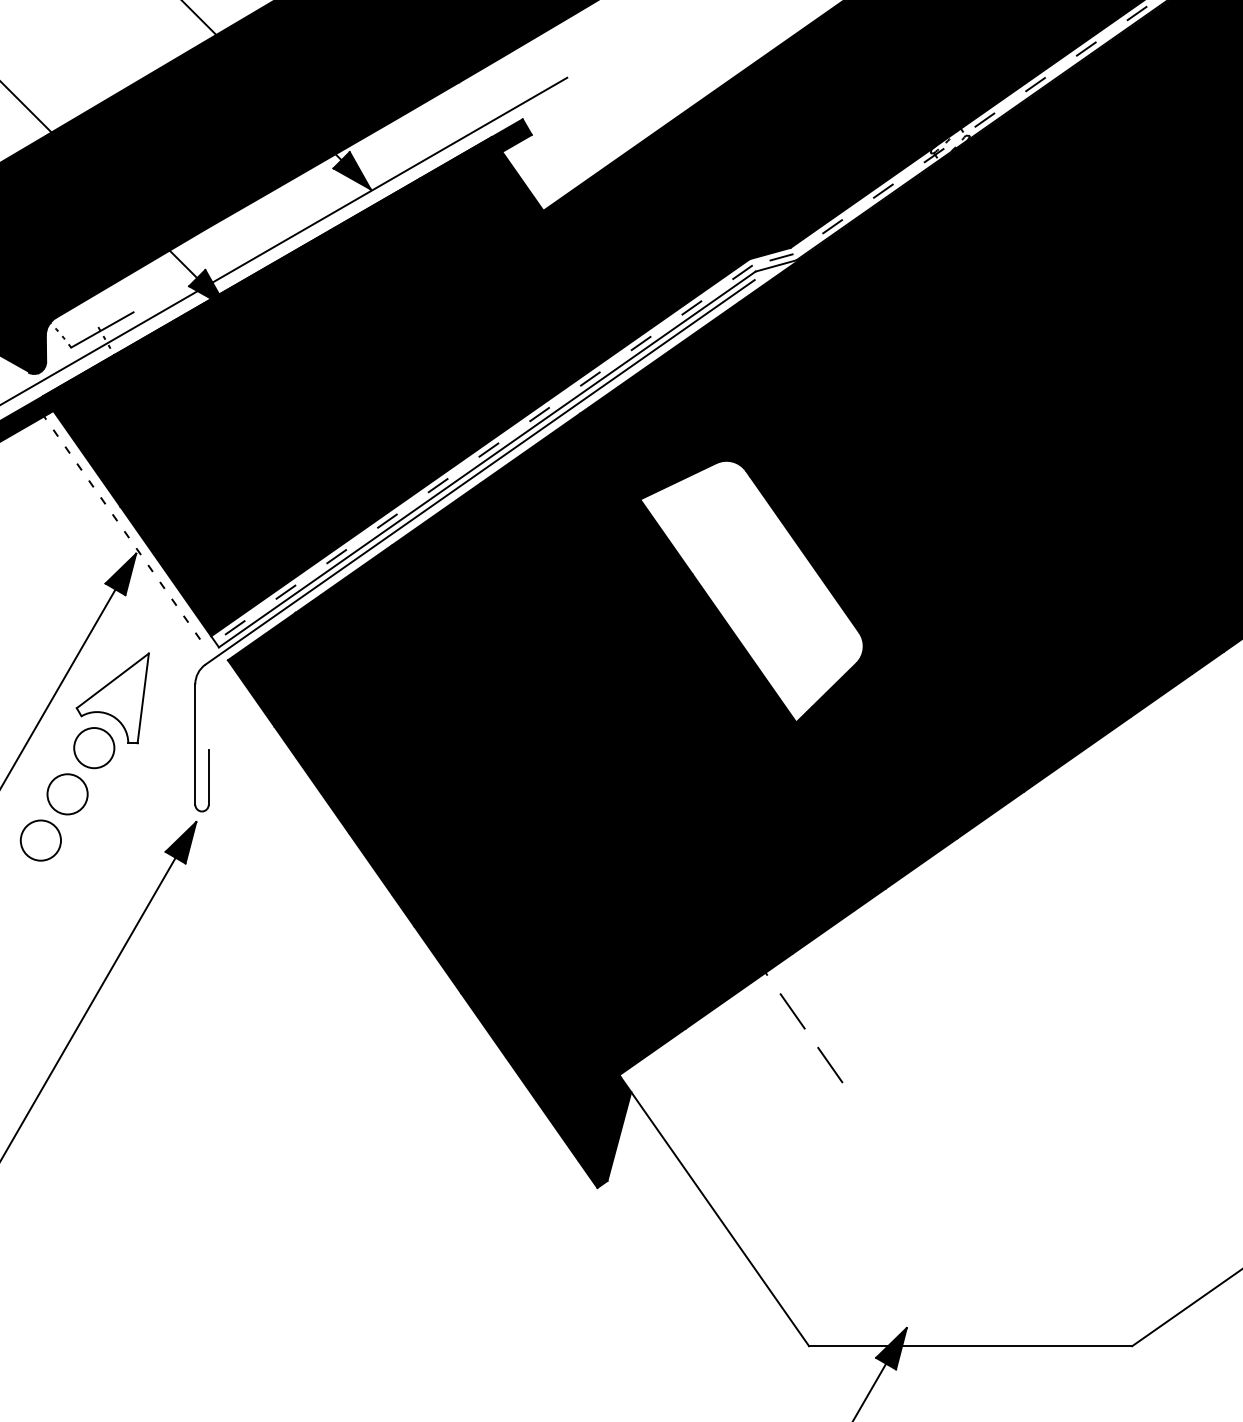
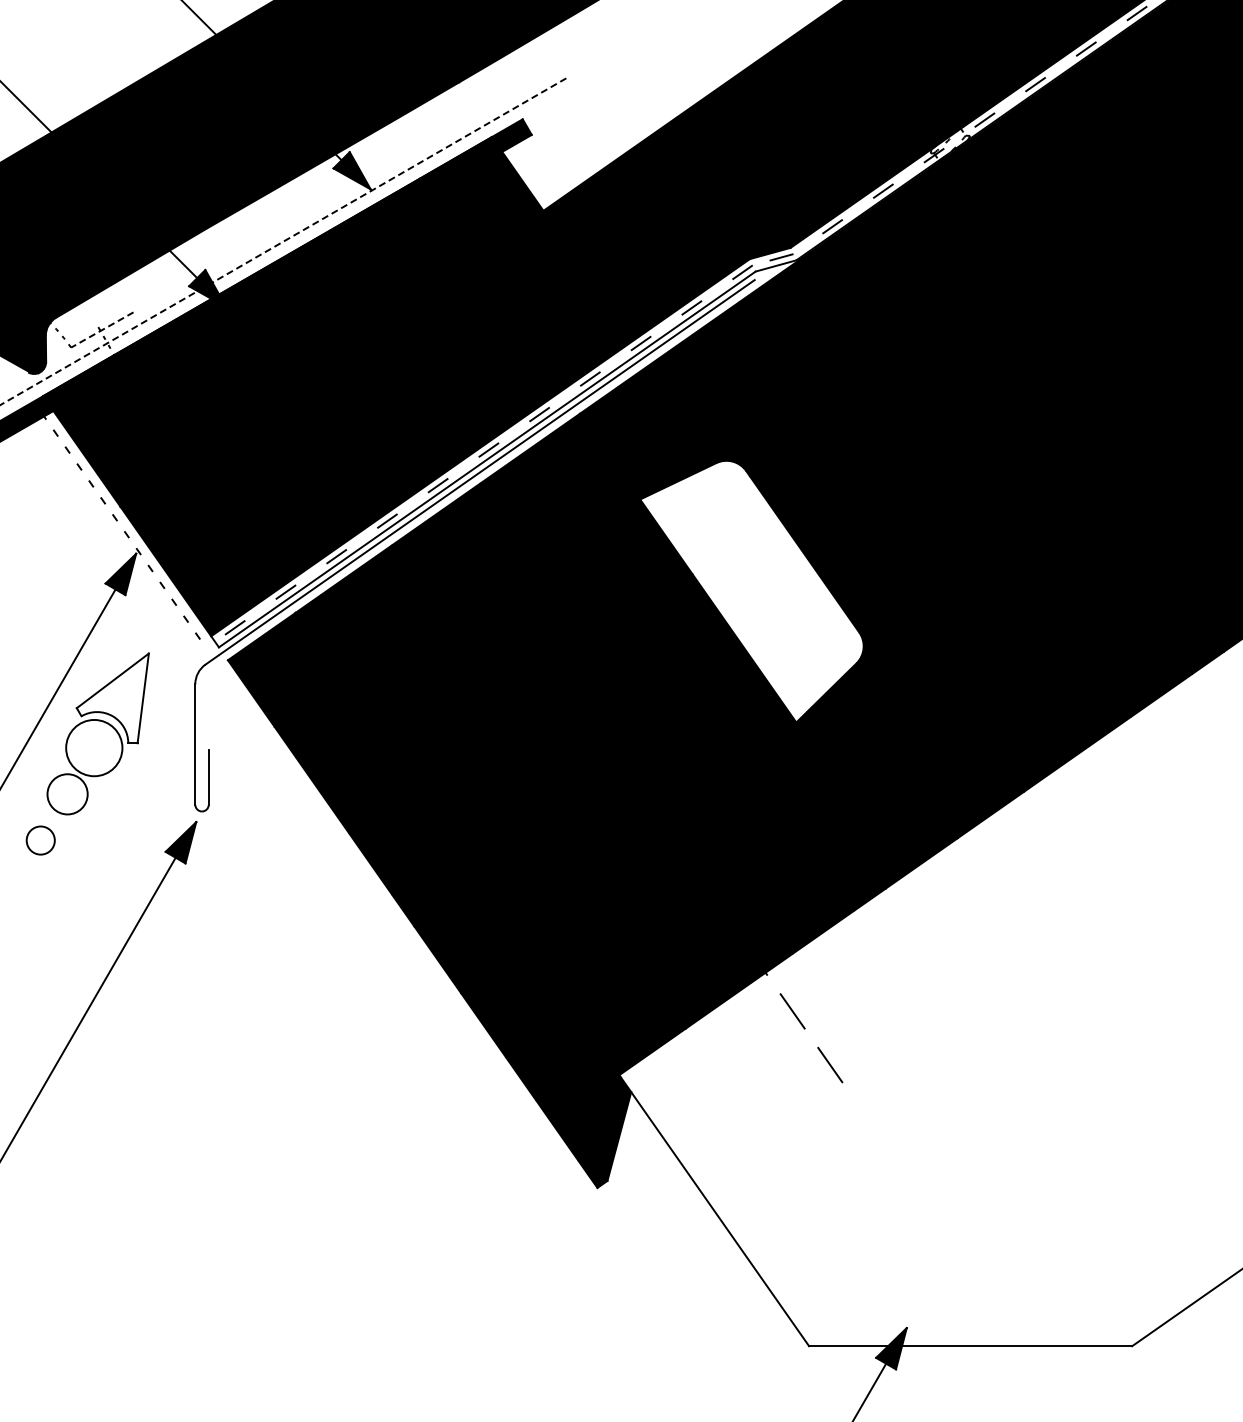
line at (284, 241): solid -> dashed
line at (102, 329): solid -> dashed
circle at (94, 748) diameter: 40 px -> 56 px
circle at (40, 840) size: 43x43 px -> 31x31 px
